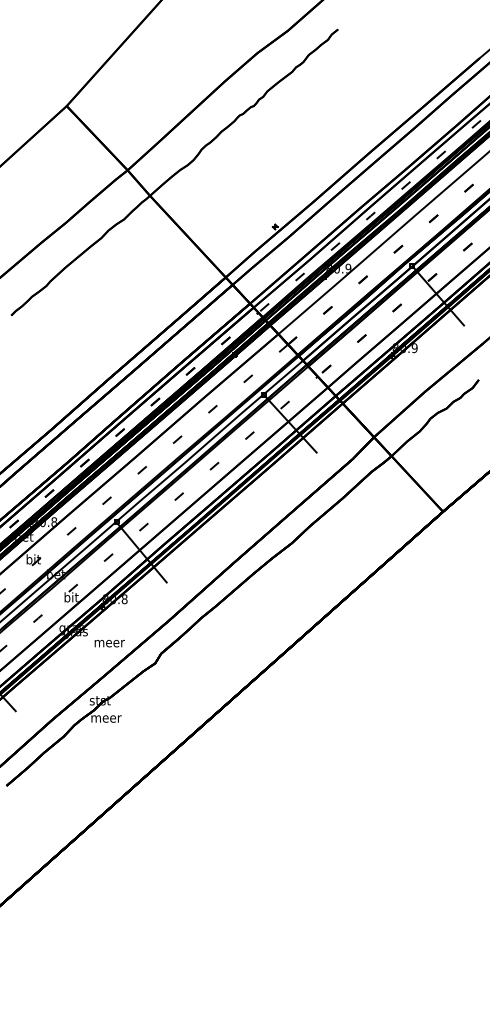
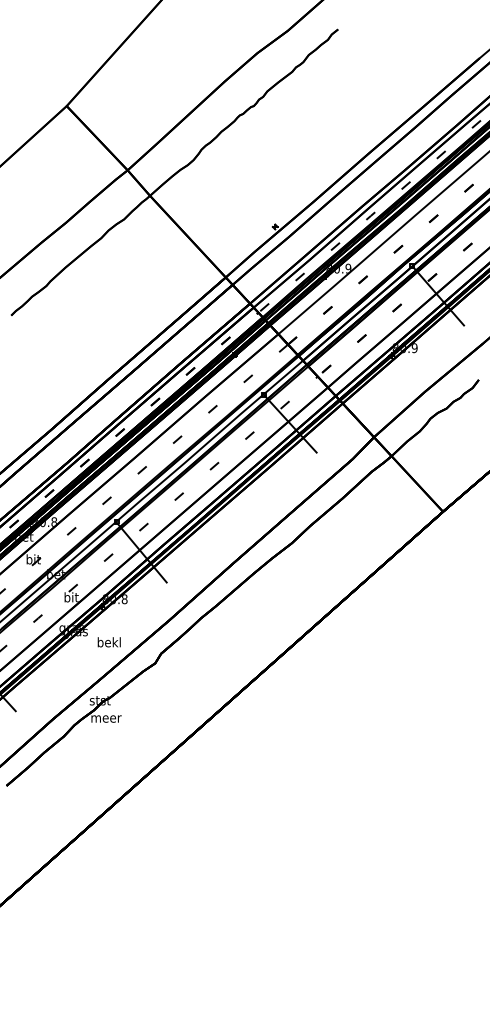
text at (109, 642): meer -> bekl
